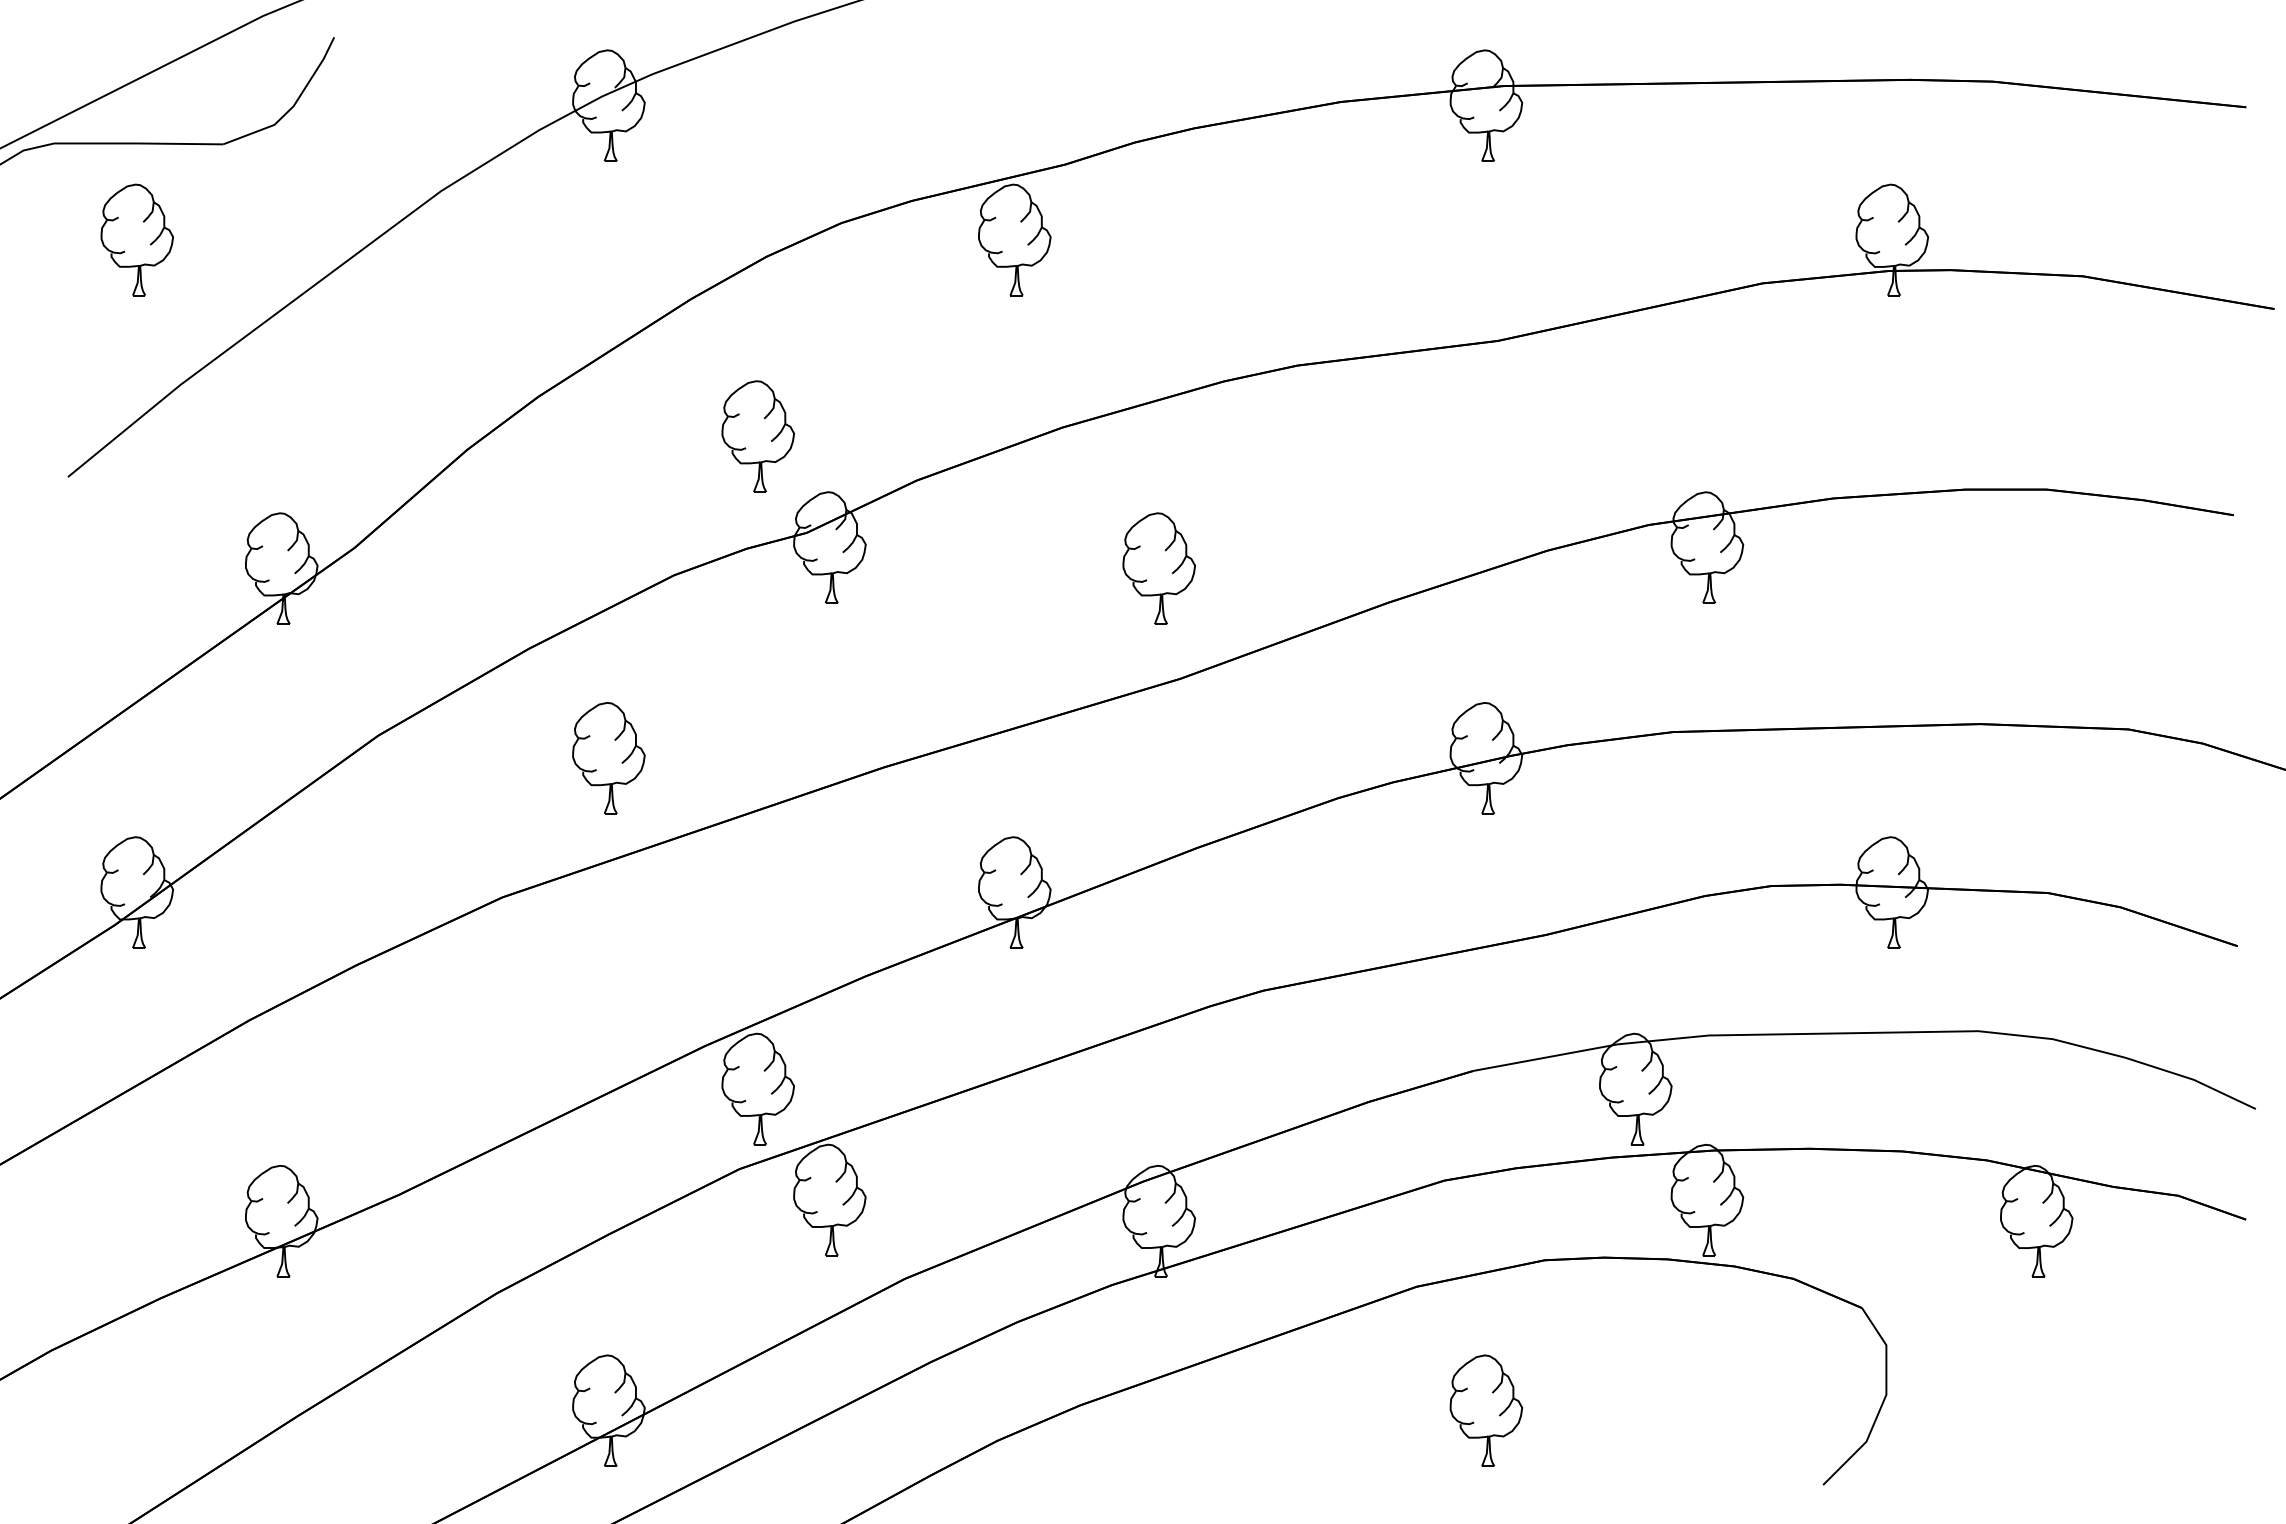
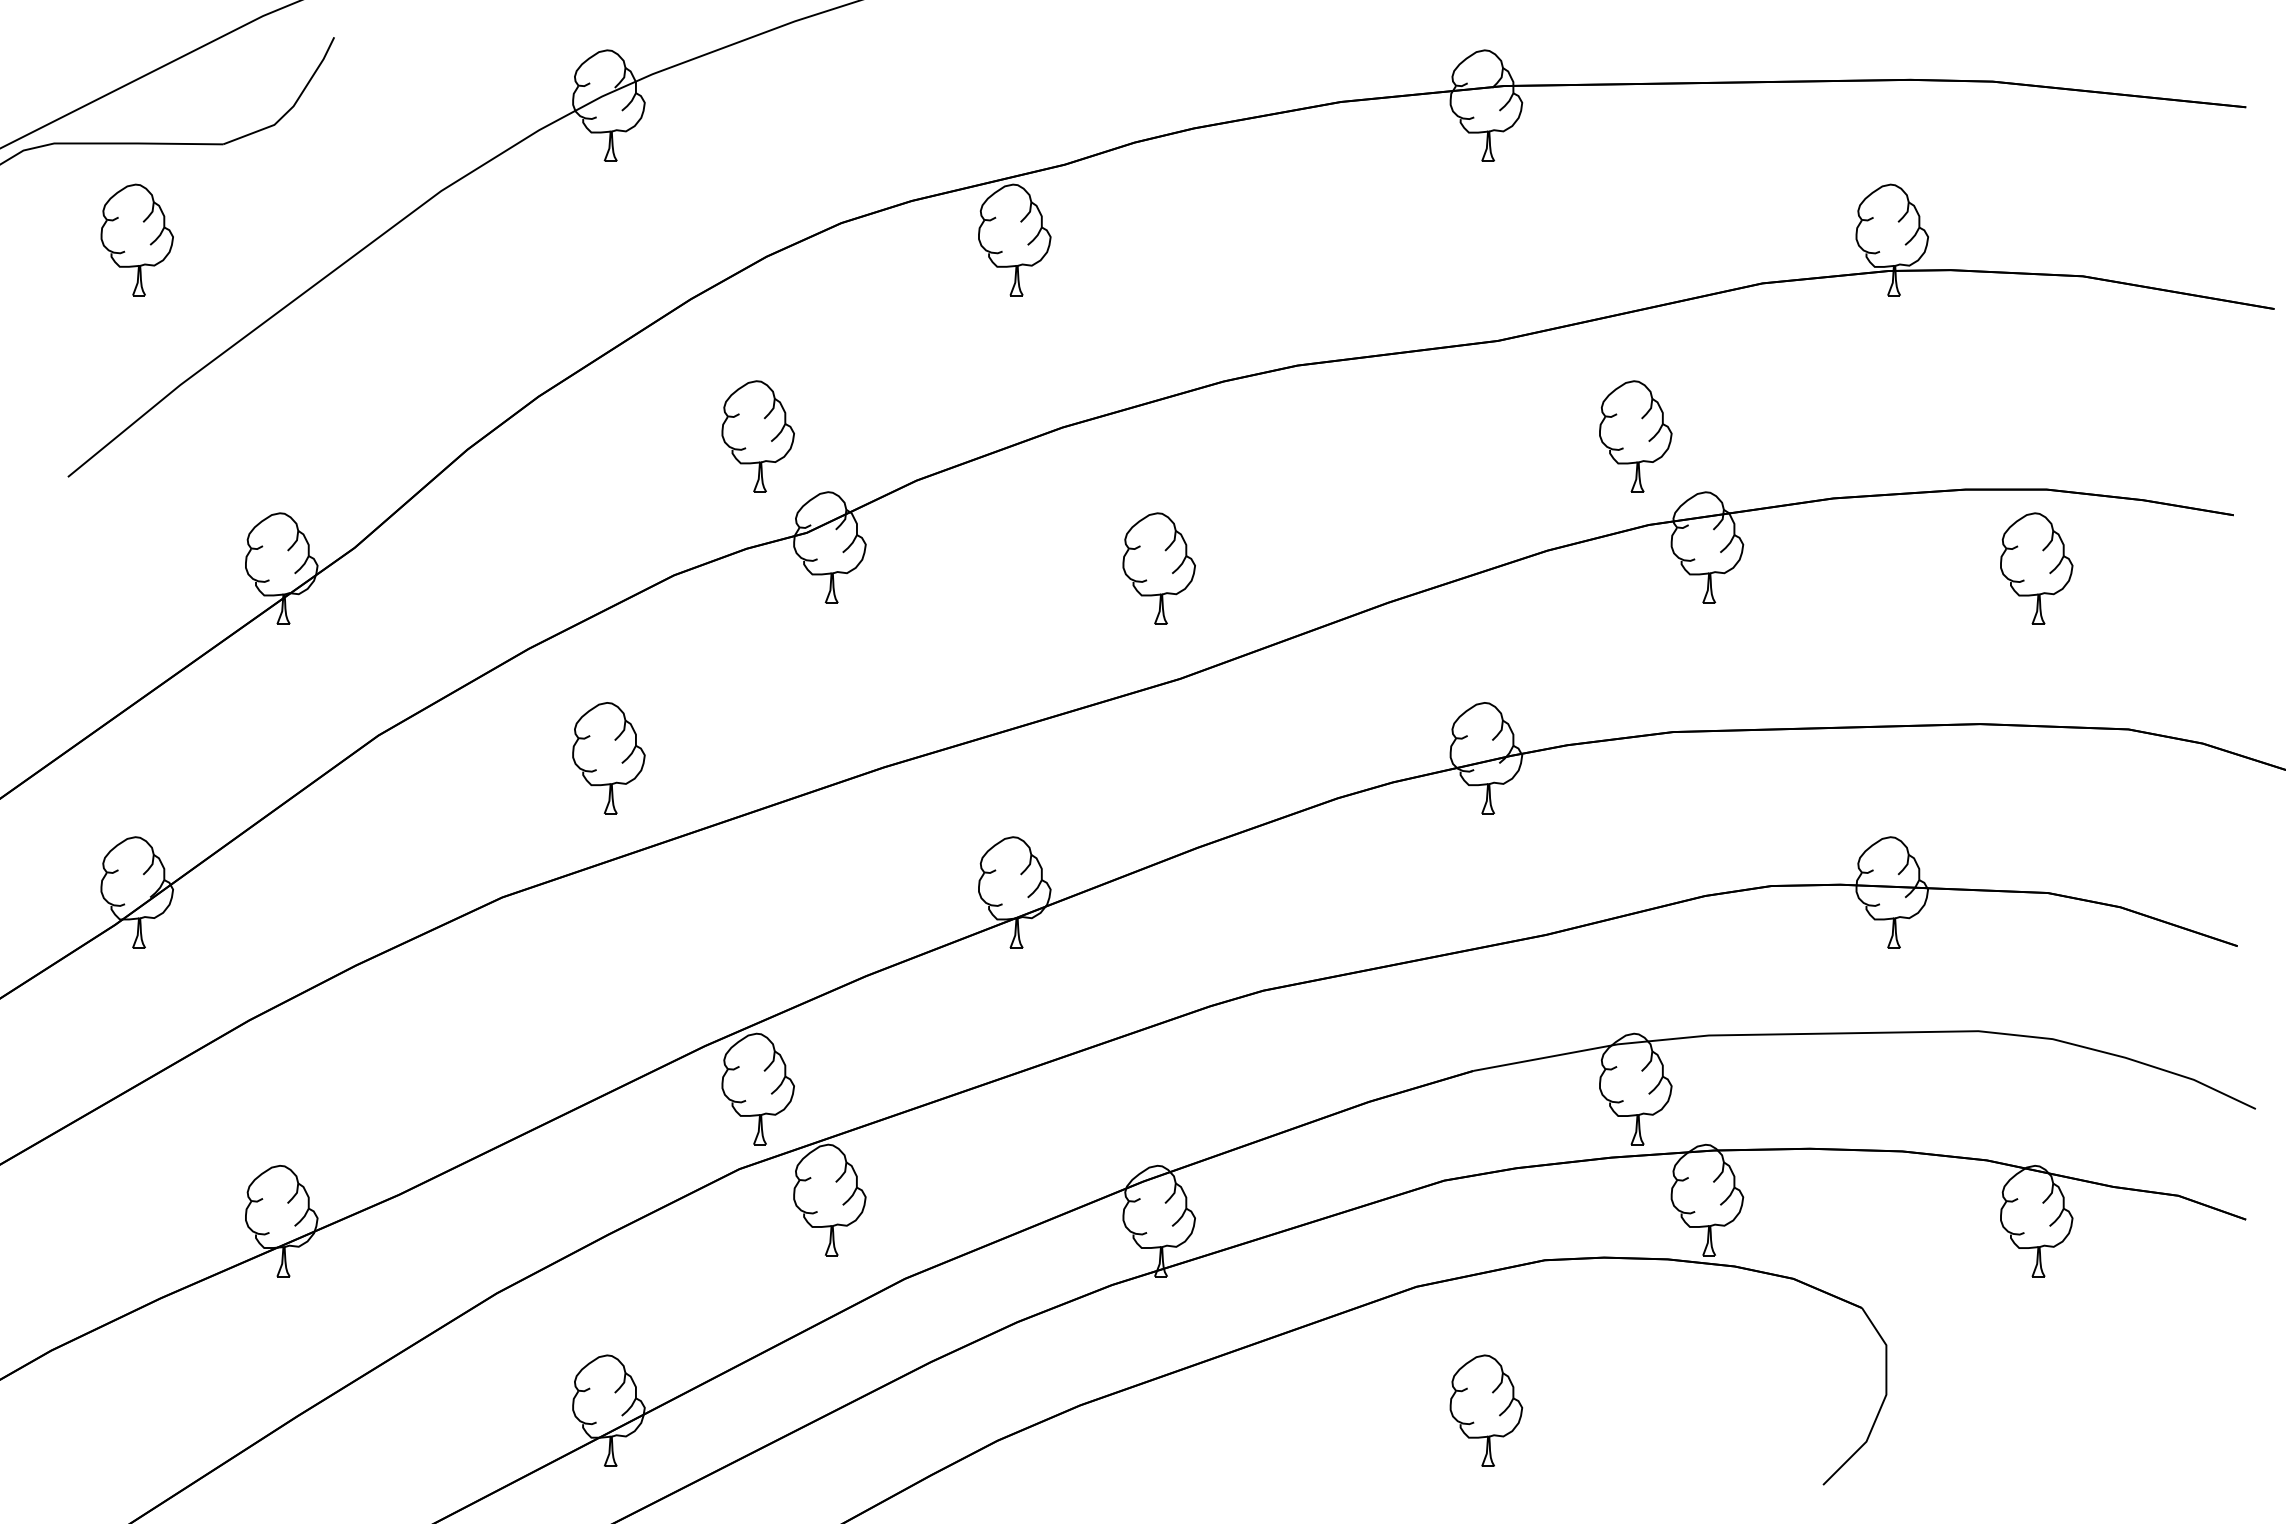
part at (1635, 436): none -> present
part at (2036, 568): none -> present
